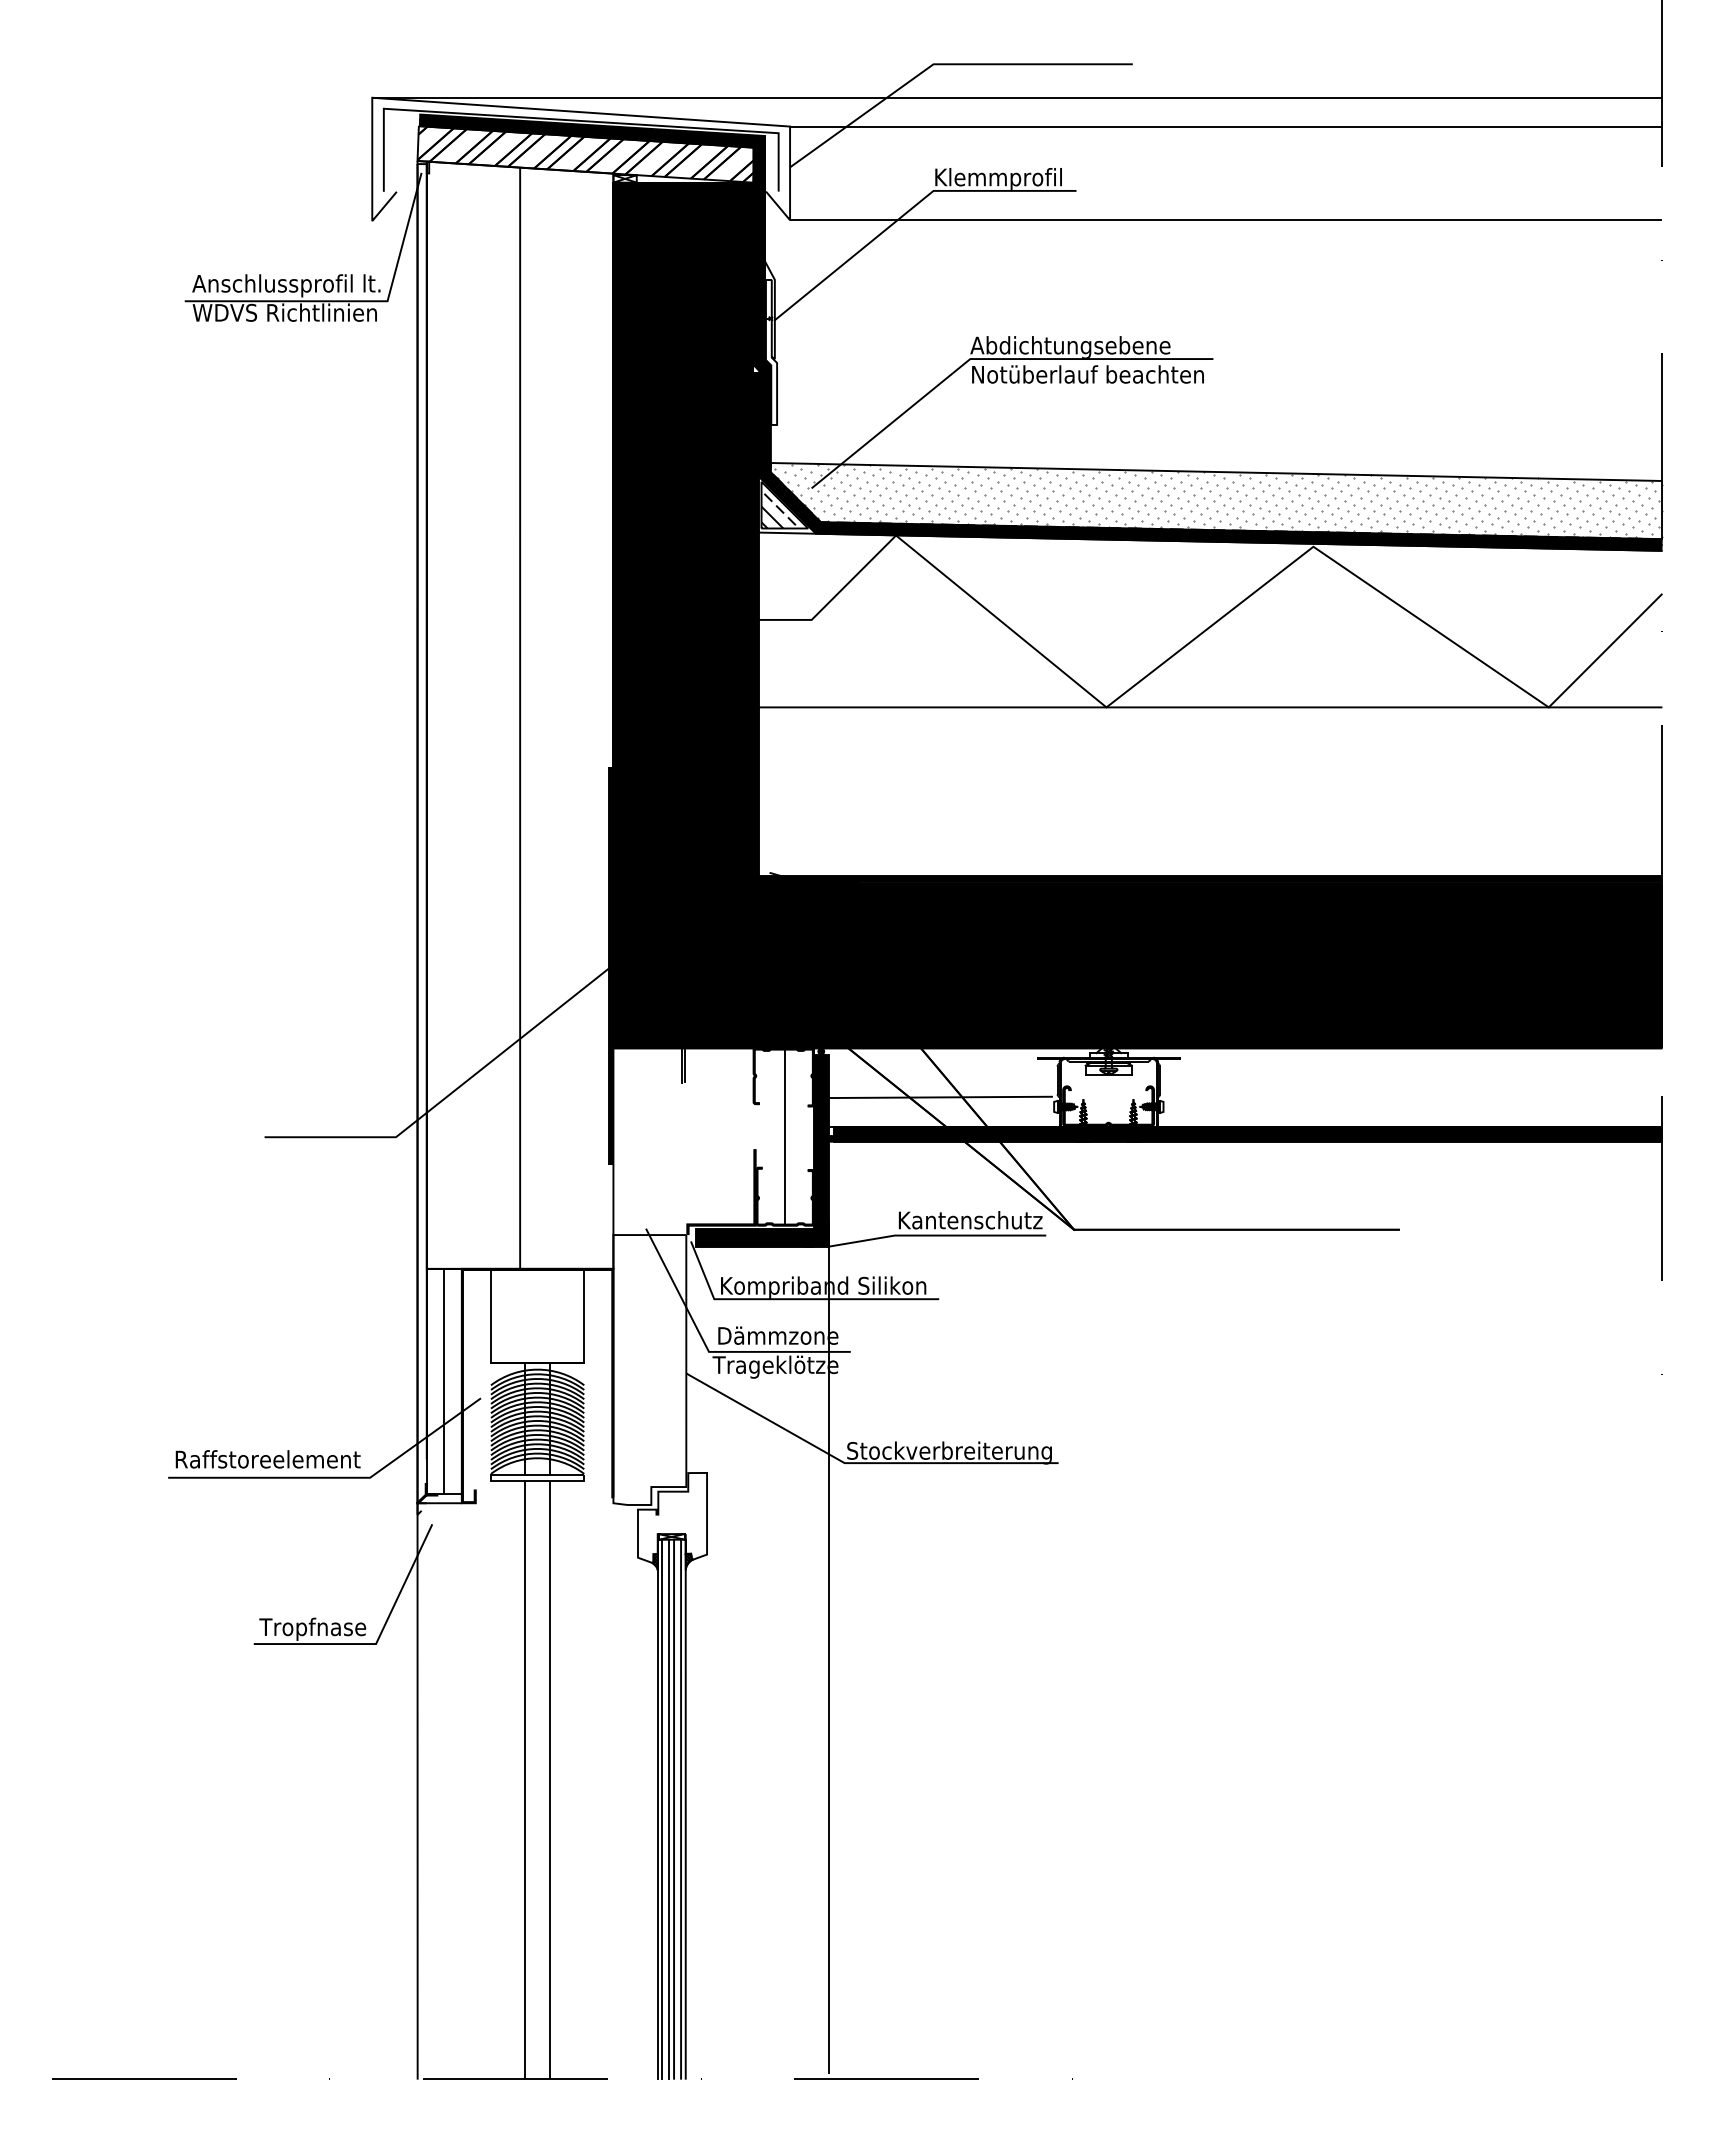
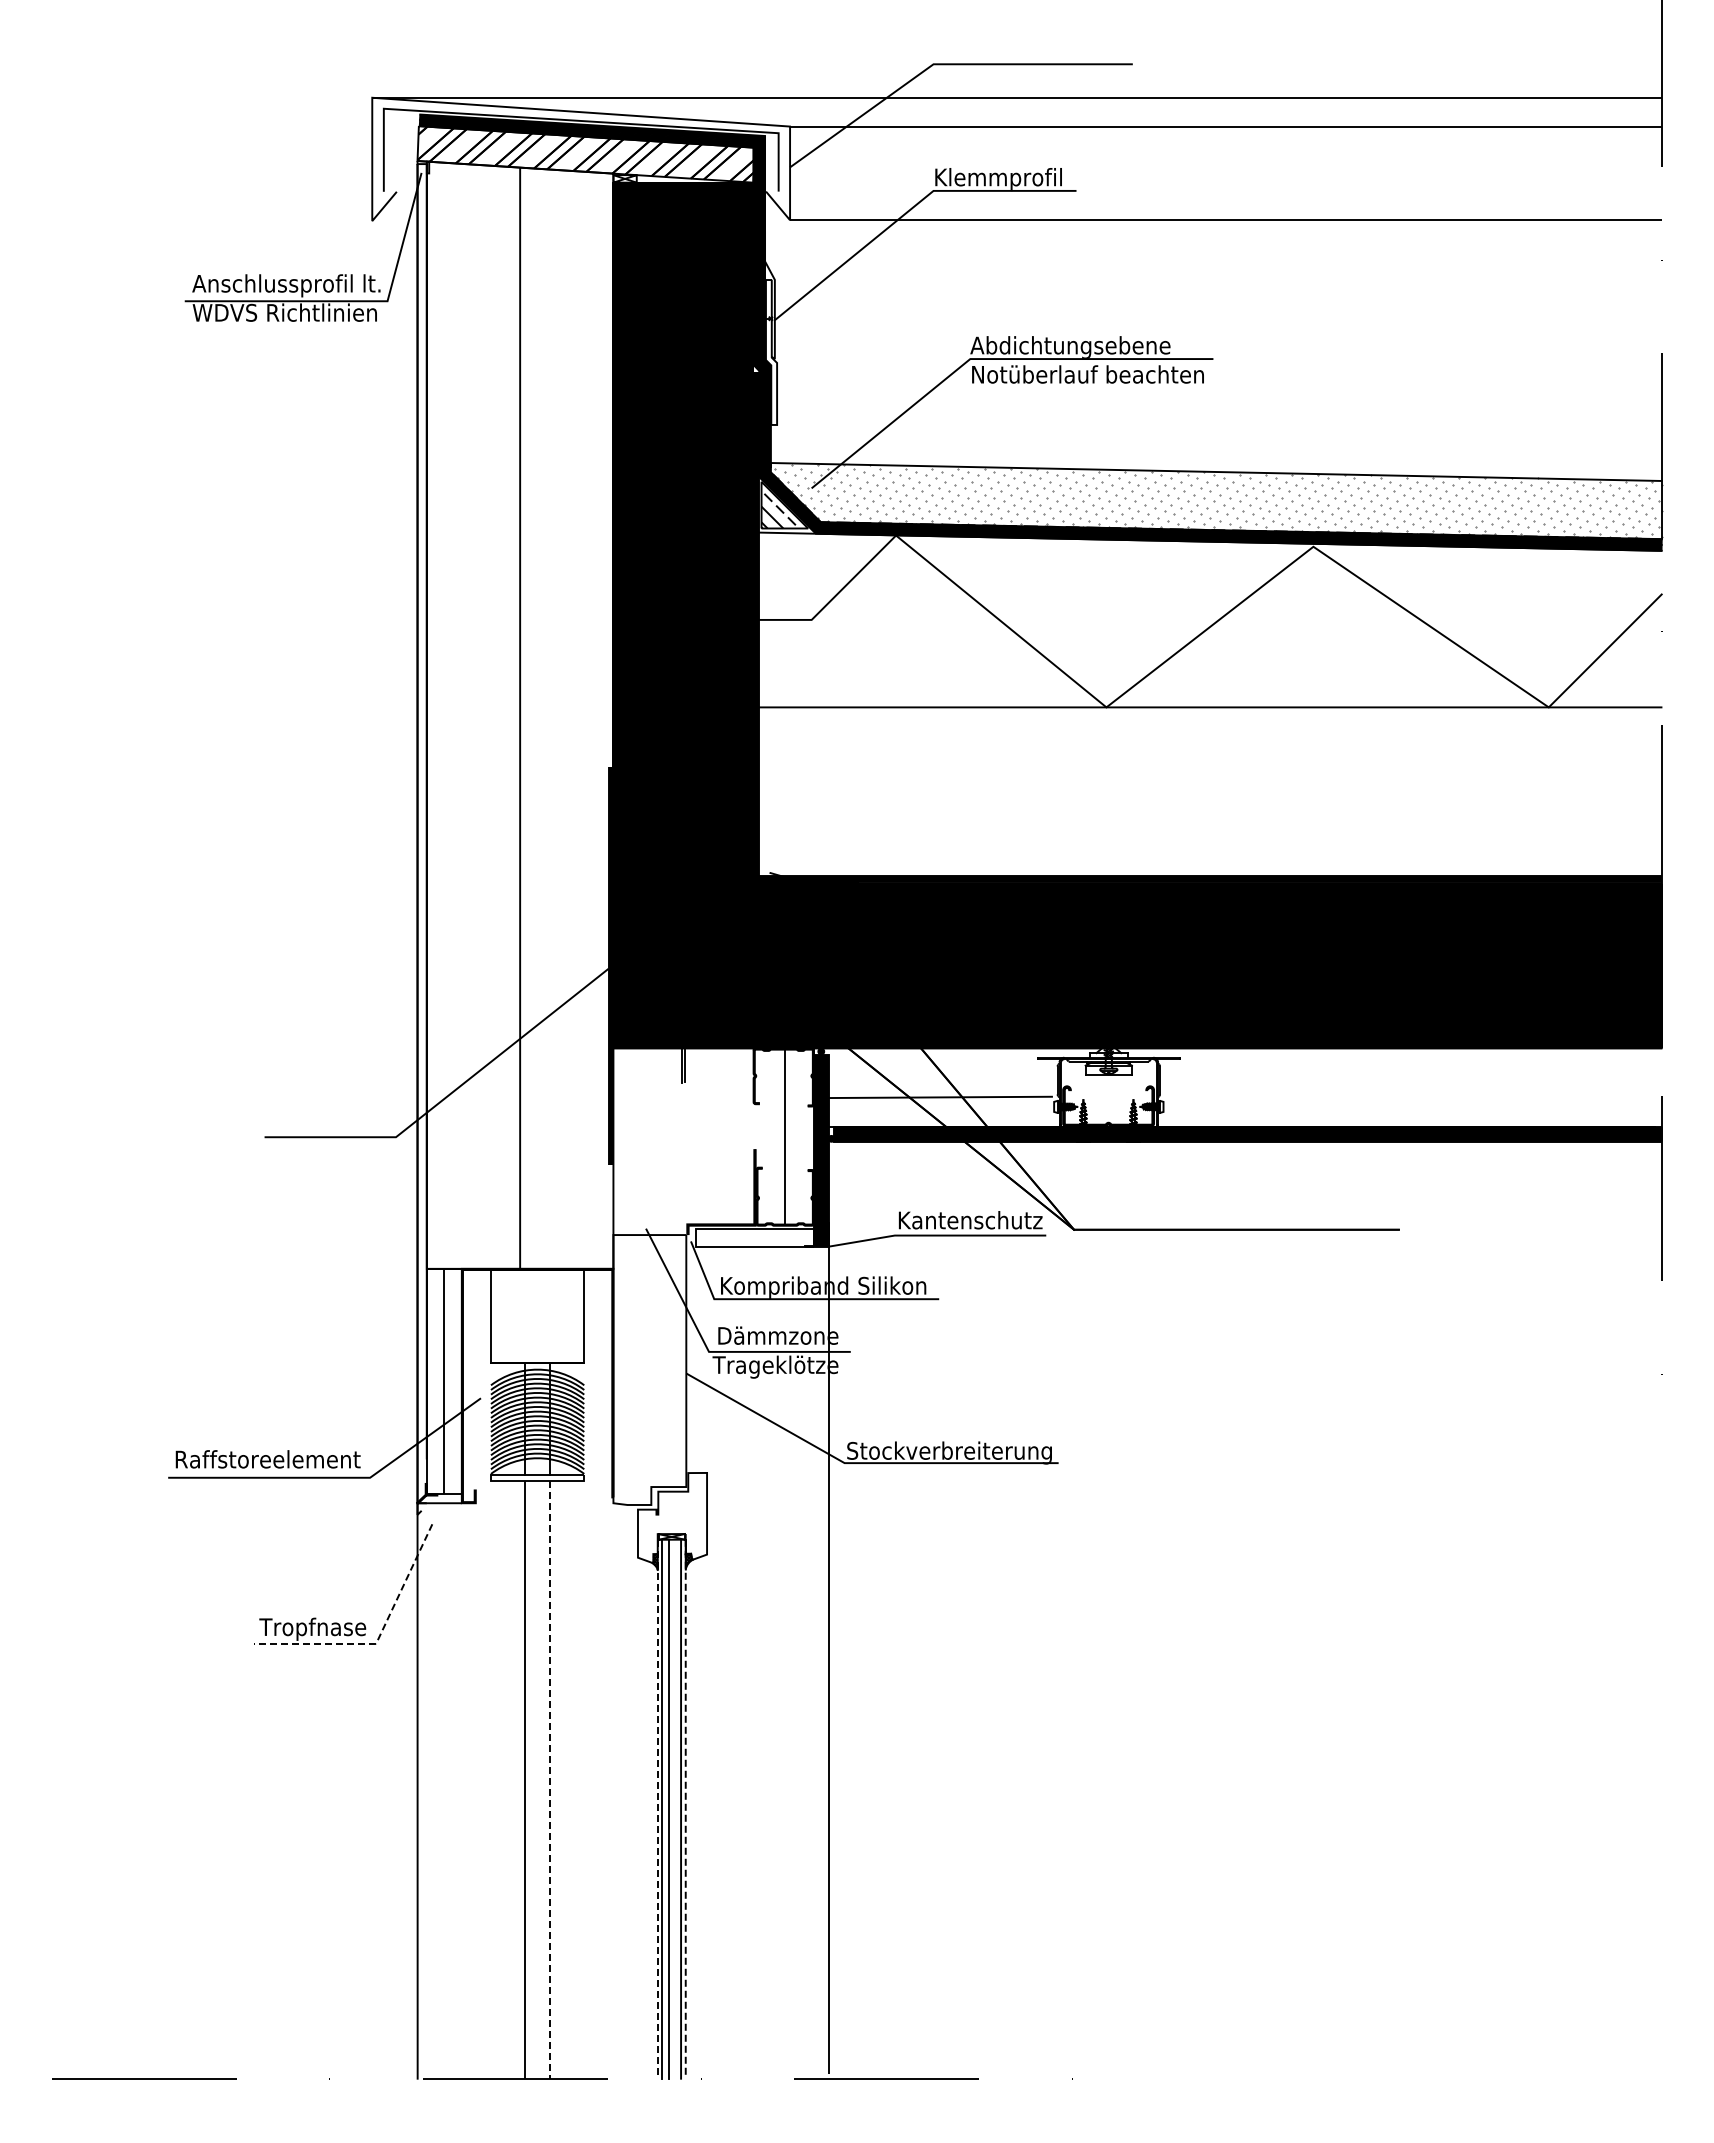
fill at (754, 1237): present -> none
line at (377, 1640): solid -> dashed
line at (550, 1779): solid -> dashed
line at (674, 1808): present -> none
line at (657, 1809): solid -> dashed
line at (685, 1809): solid -> dashed
